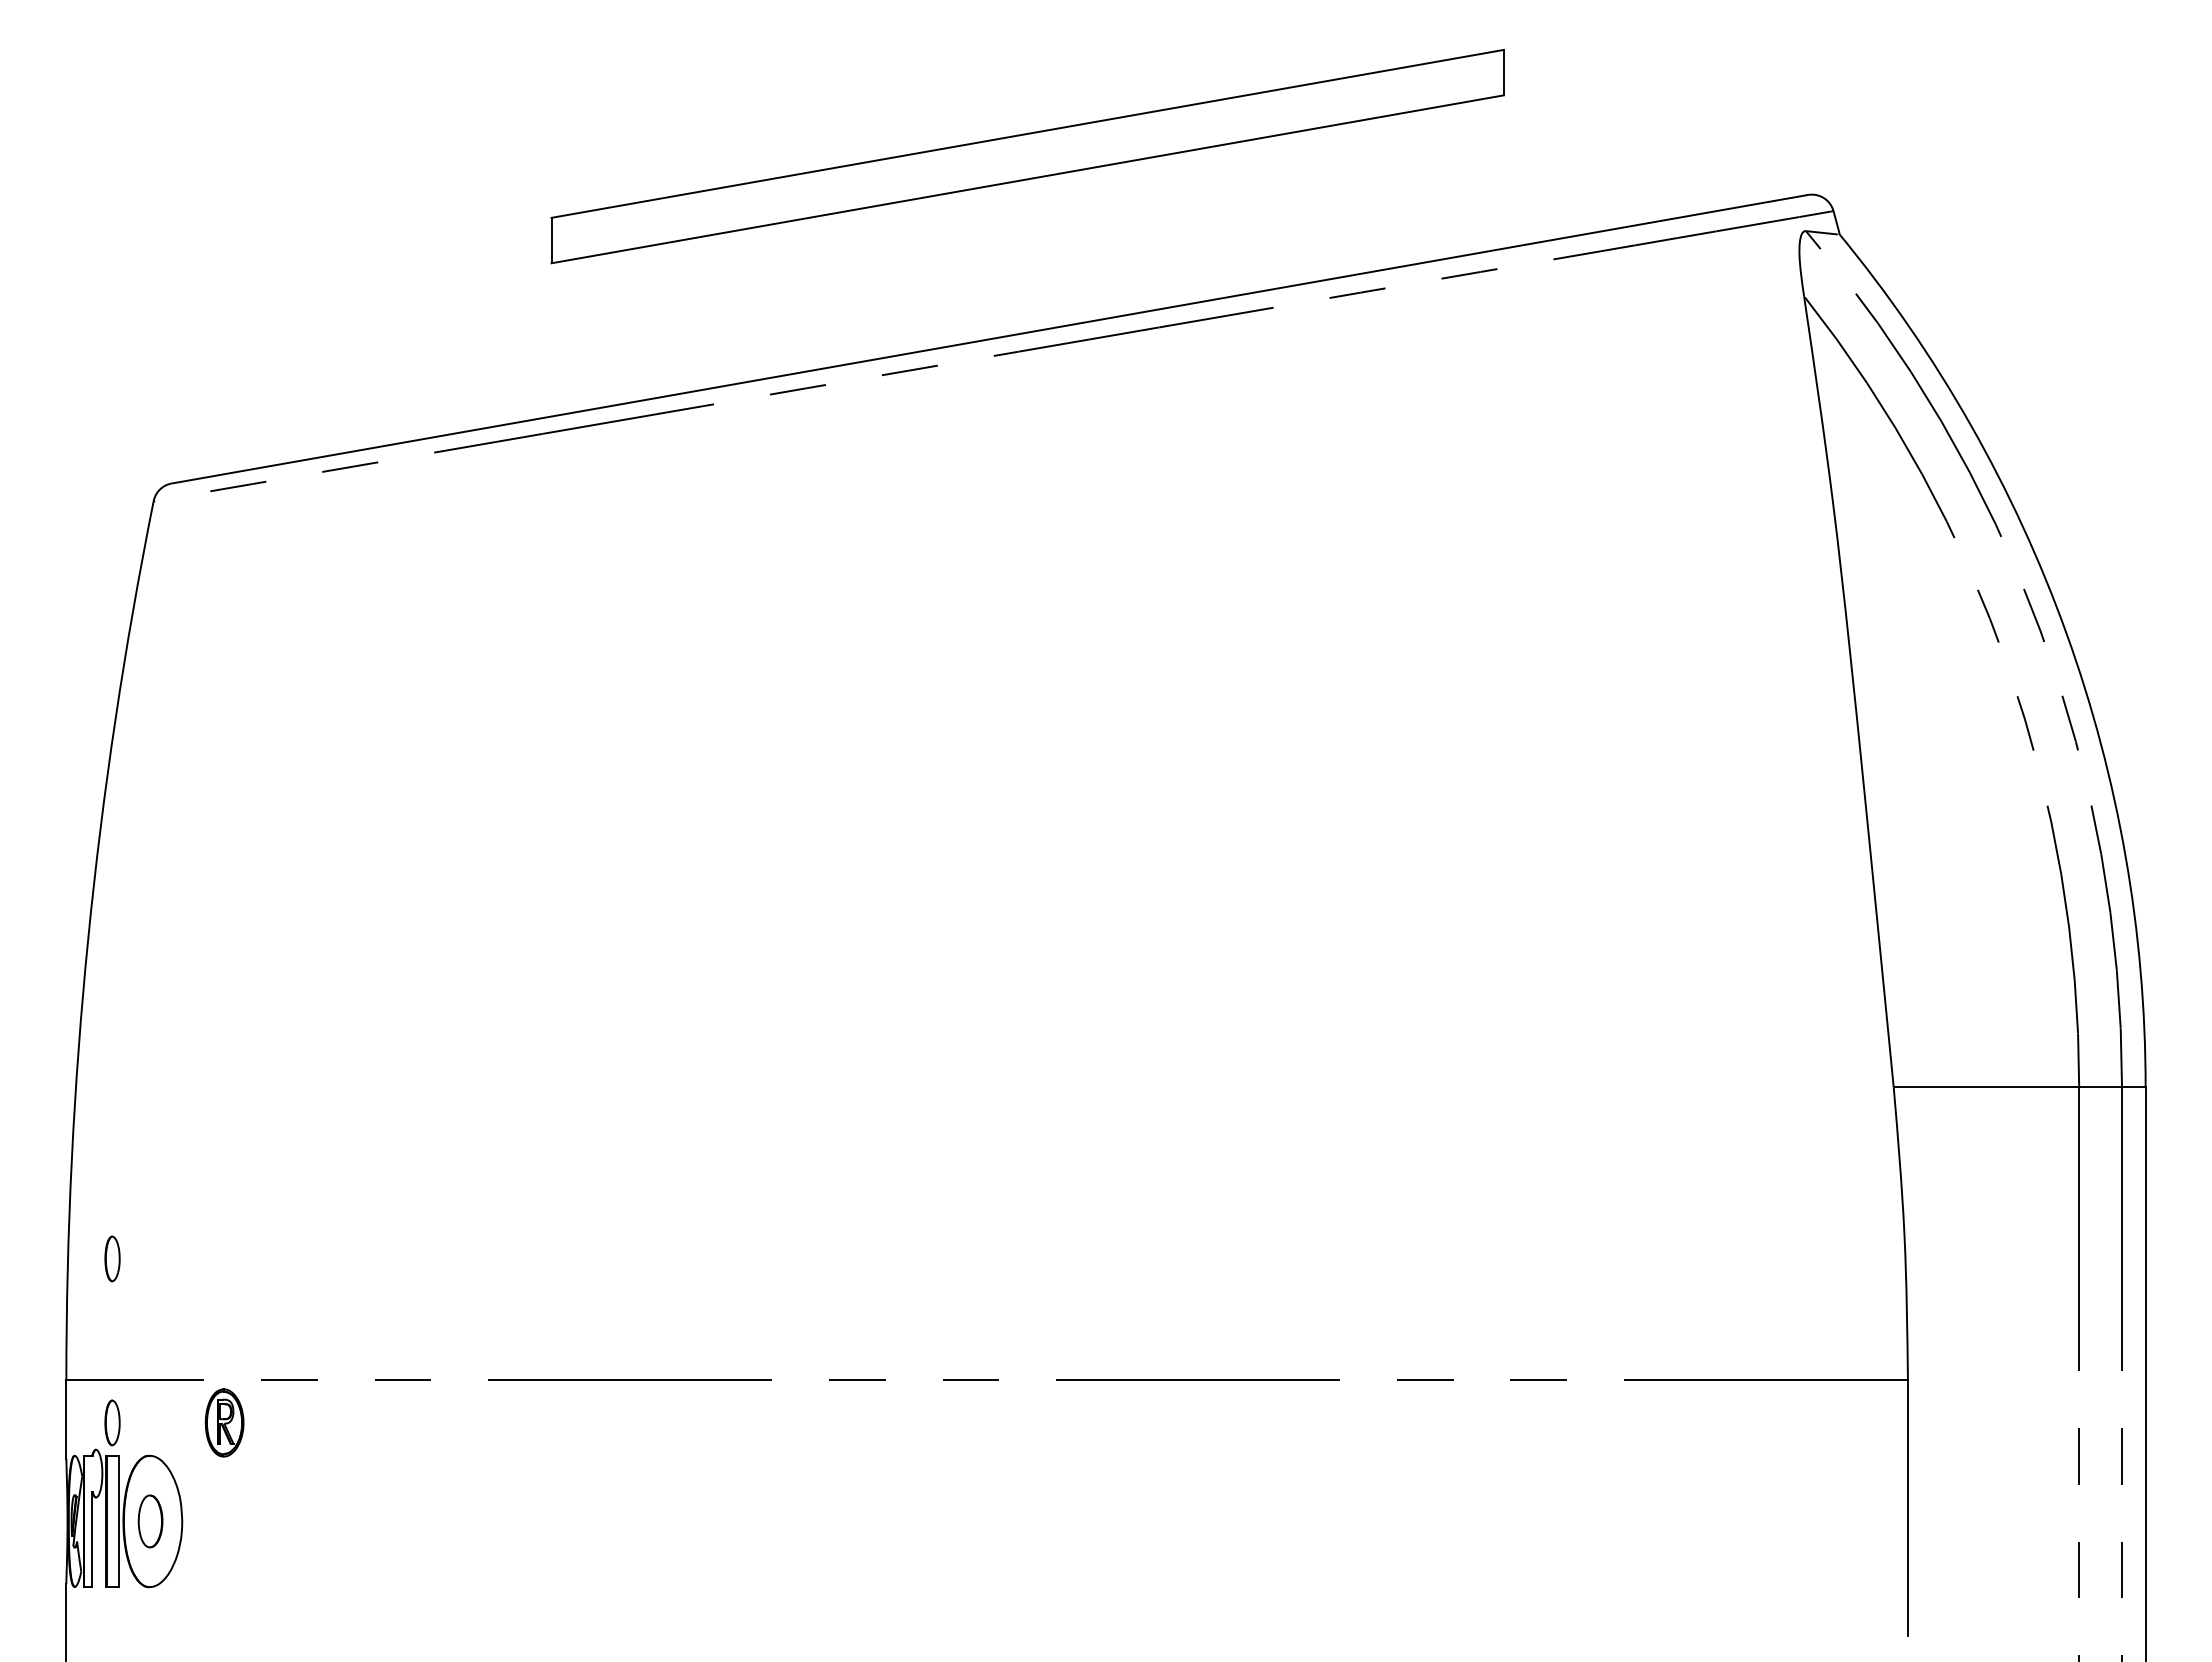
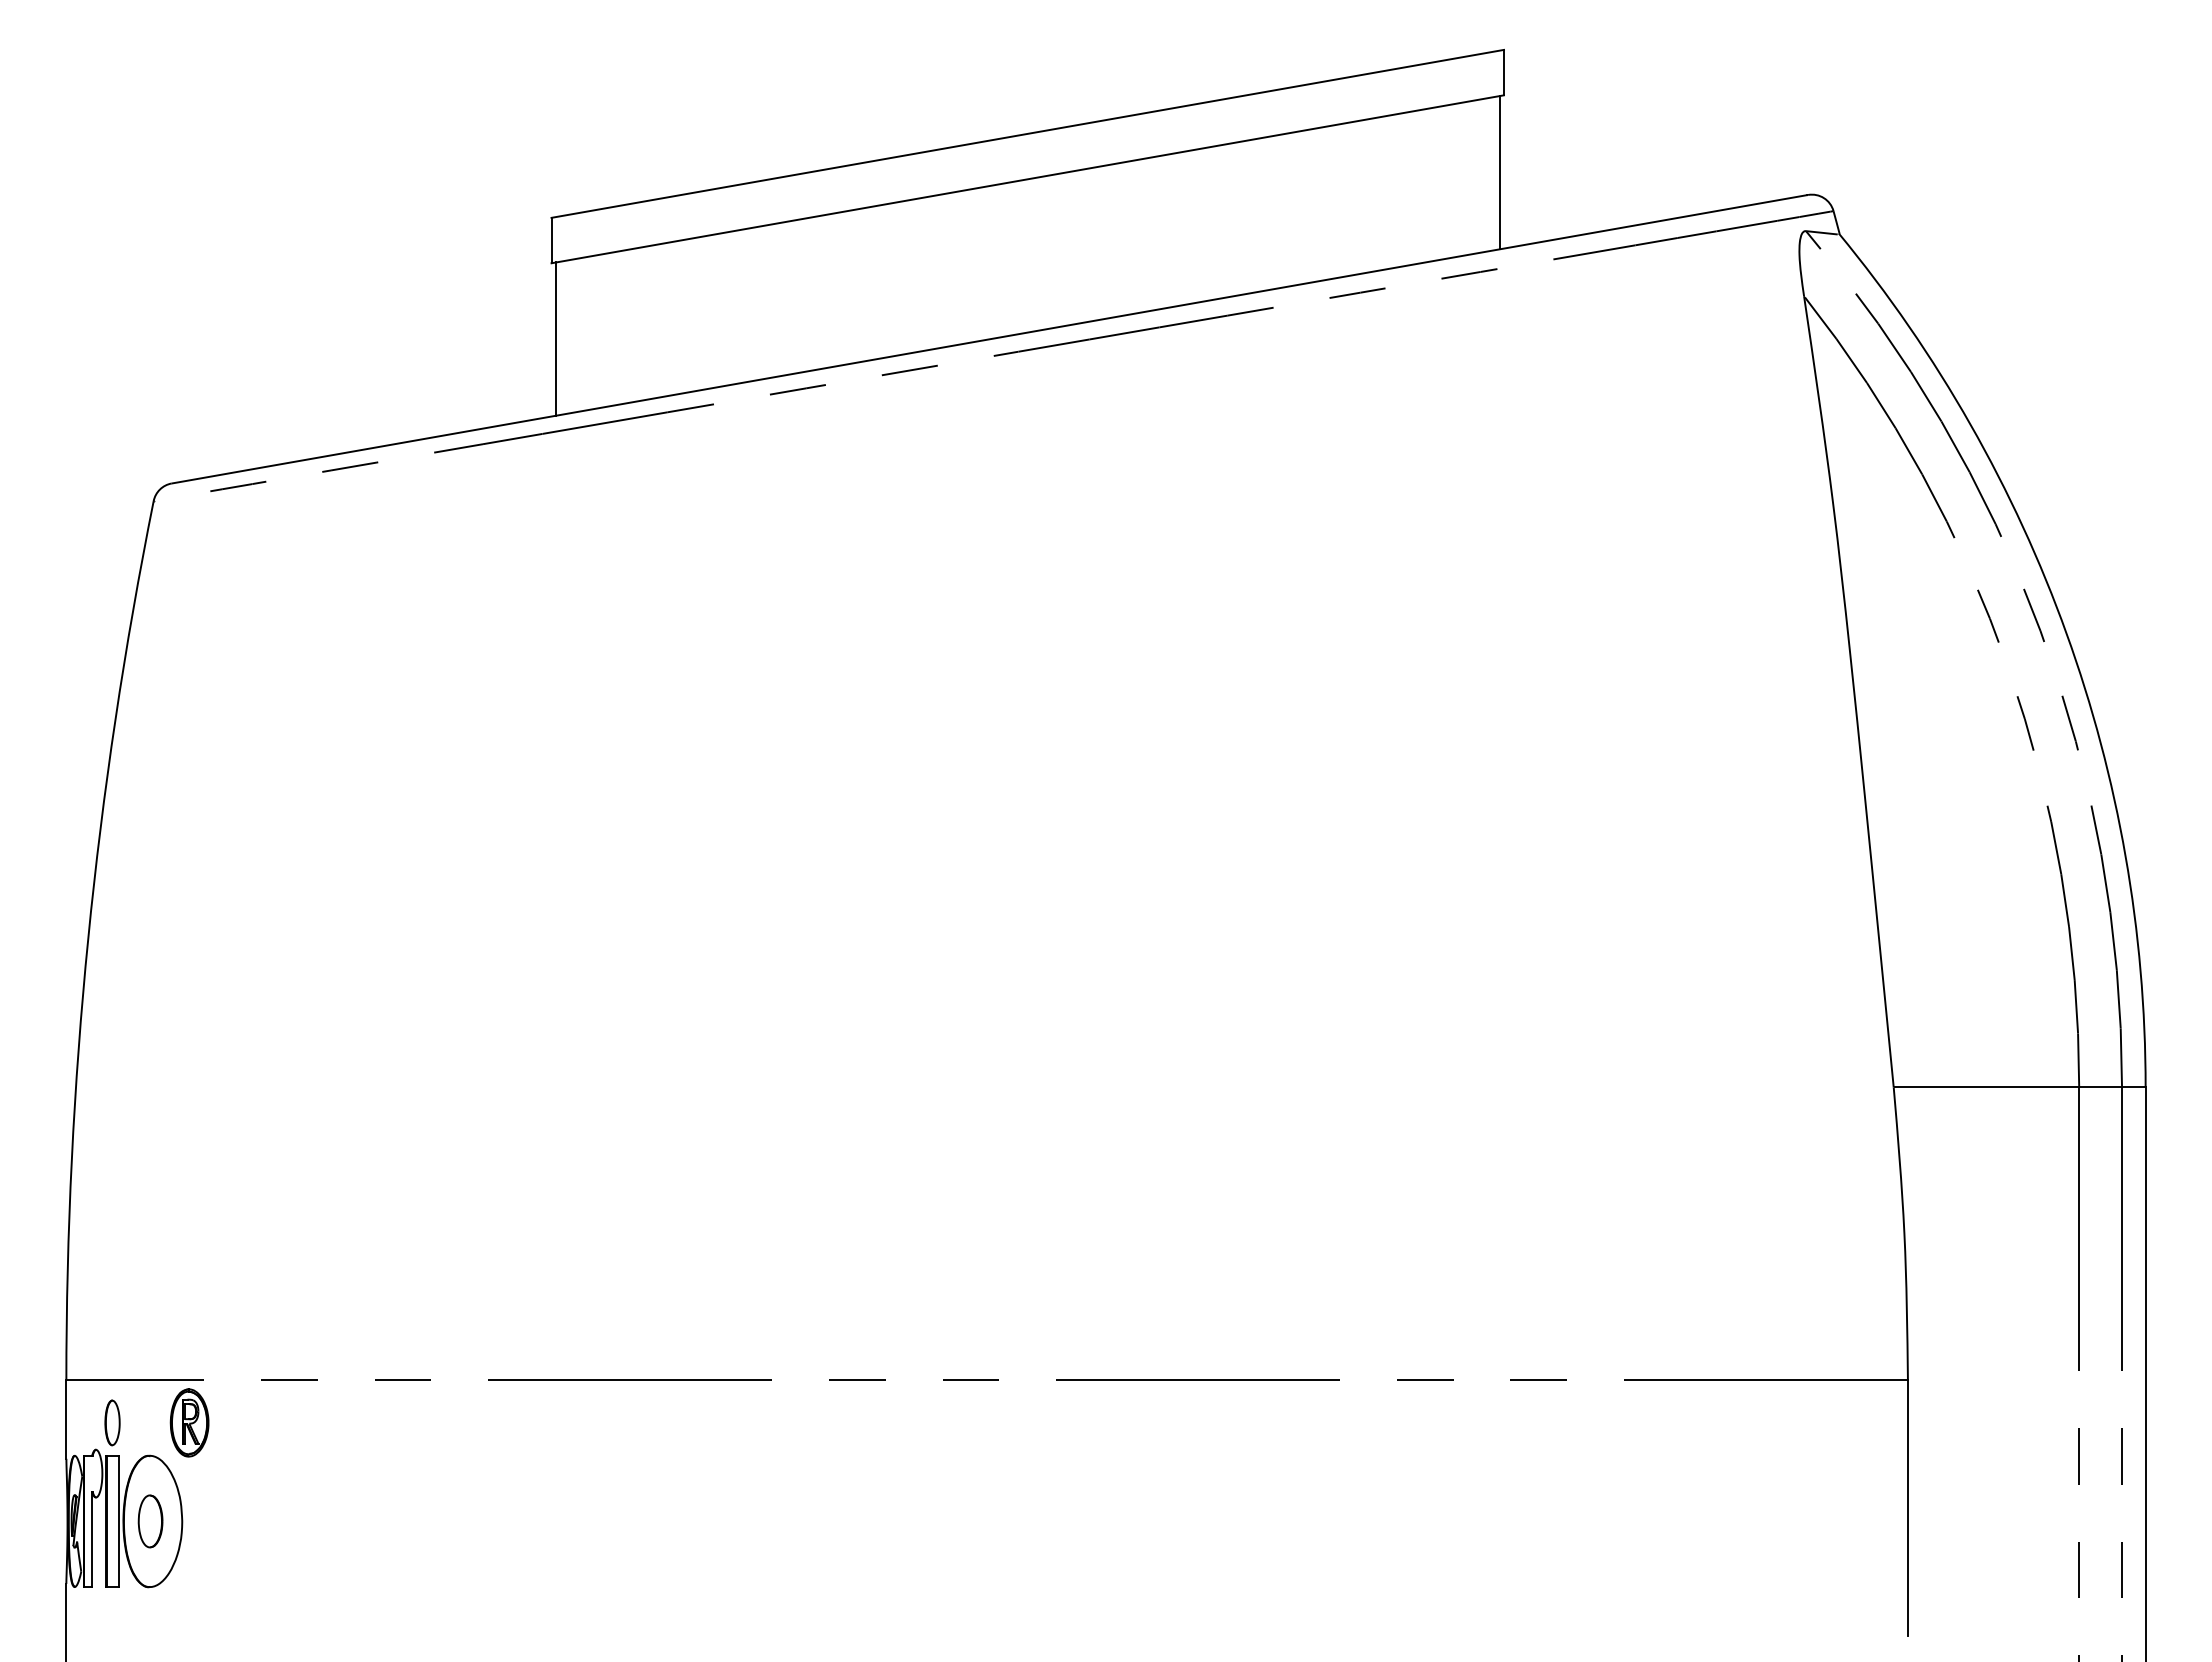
line at (1499, 172): none -> present
line at (556, 338): none -> present
part at (112, 1258): present -> none
part at (224, 1422) position: (224, 1422) -> (189, 1422)
